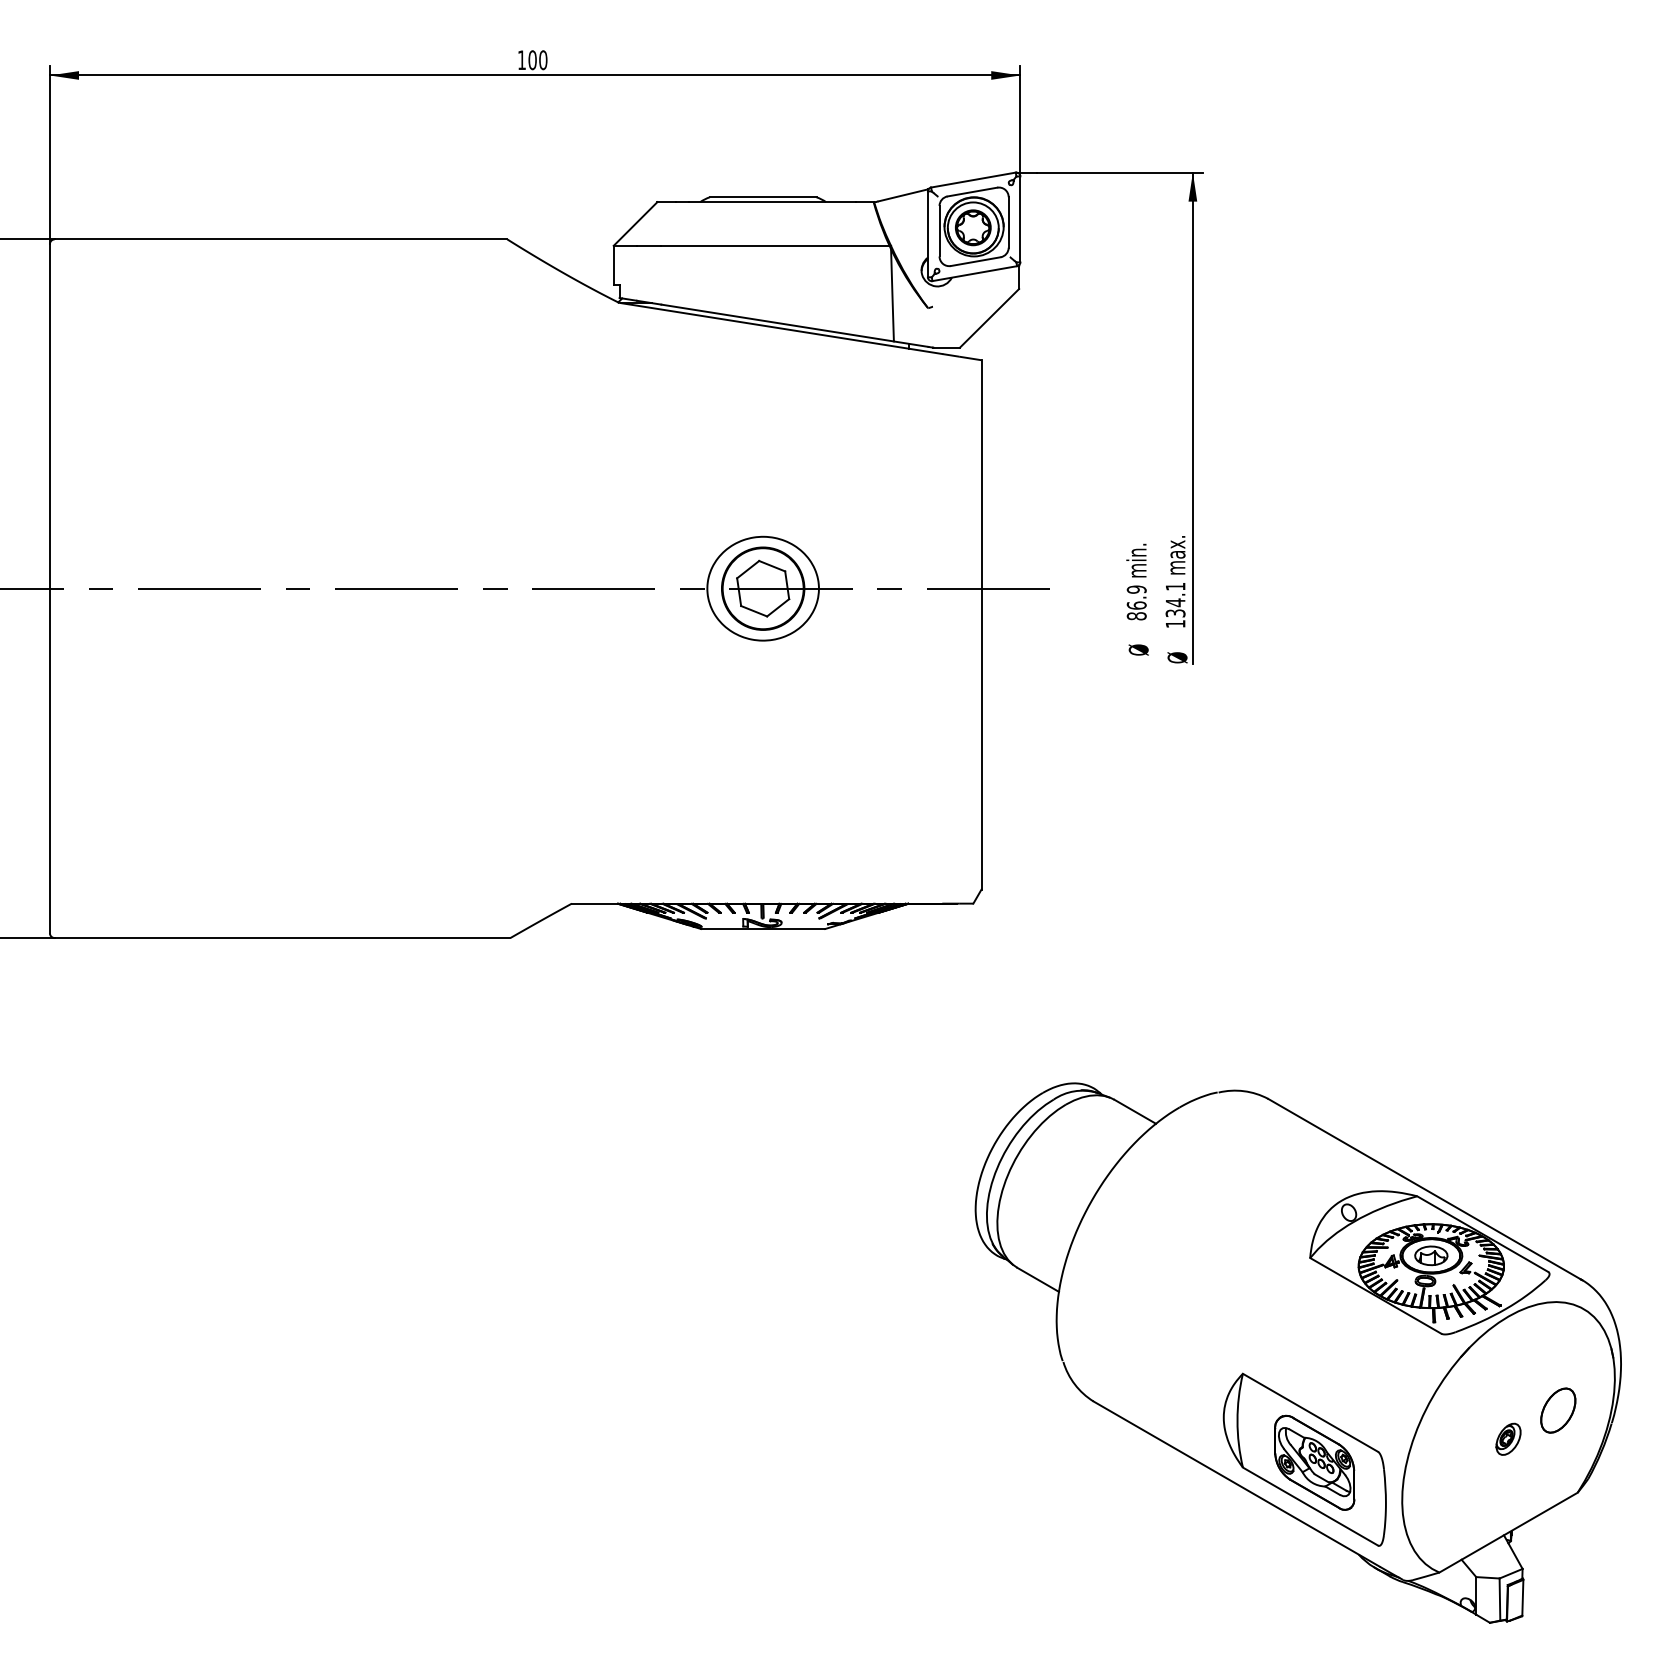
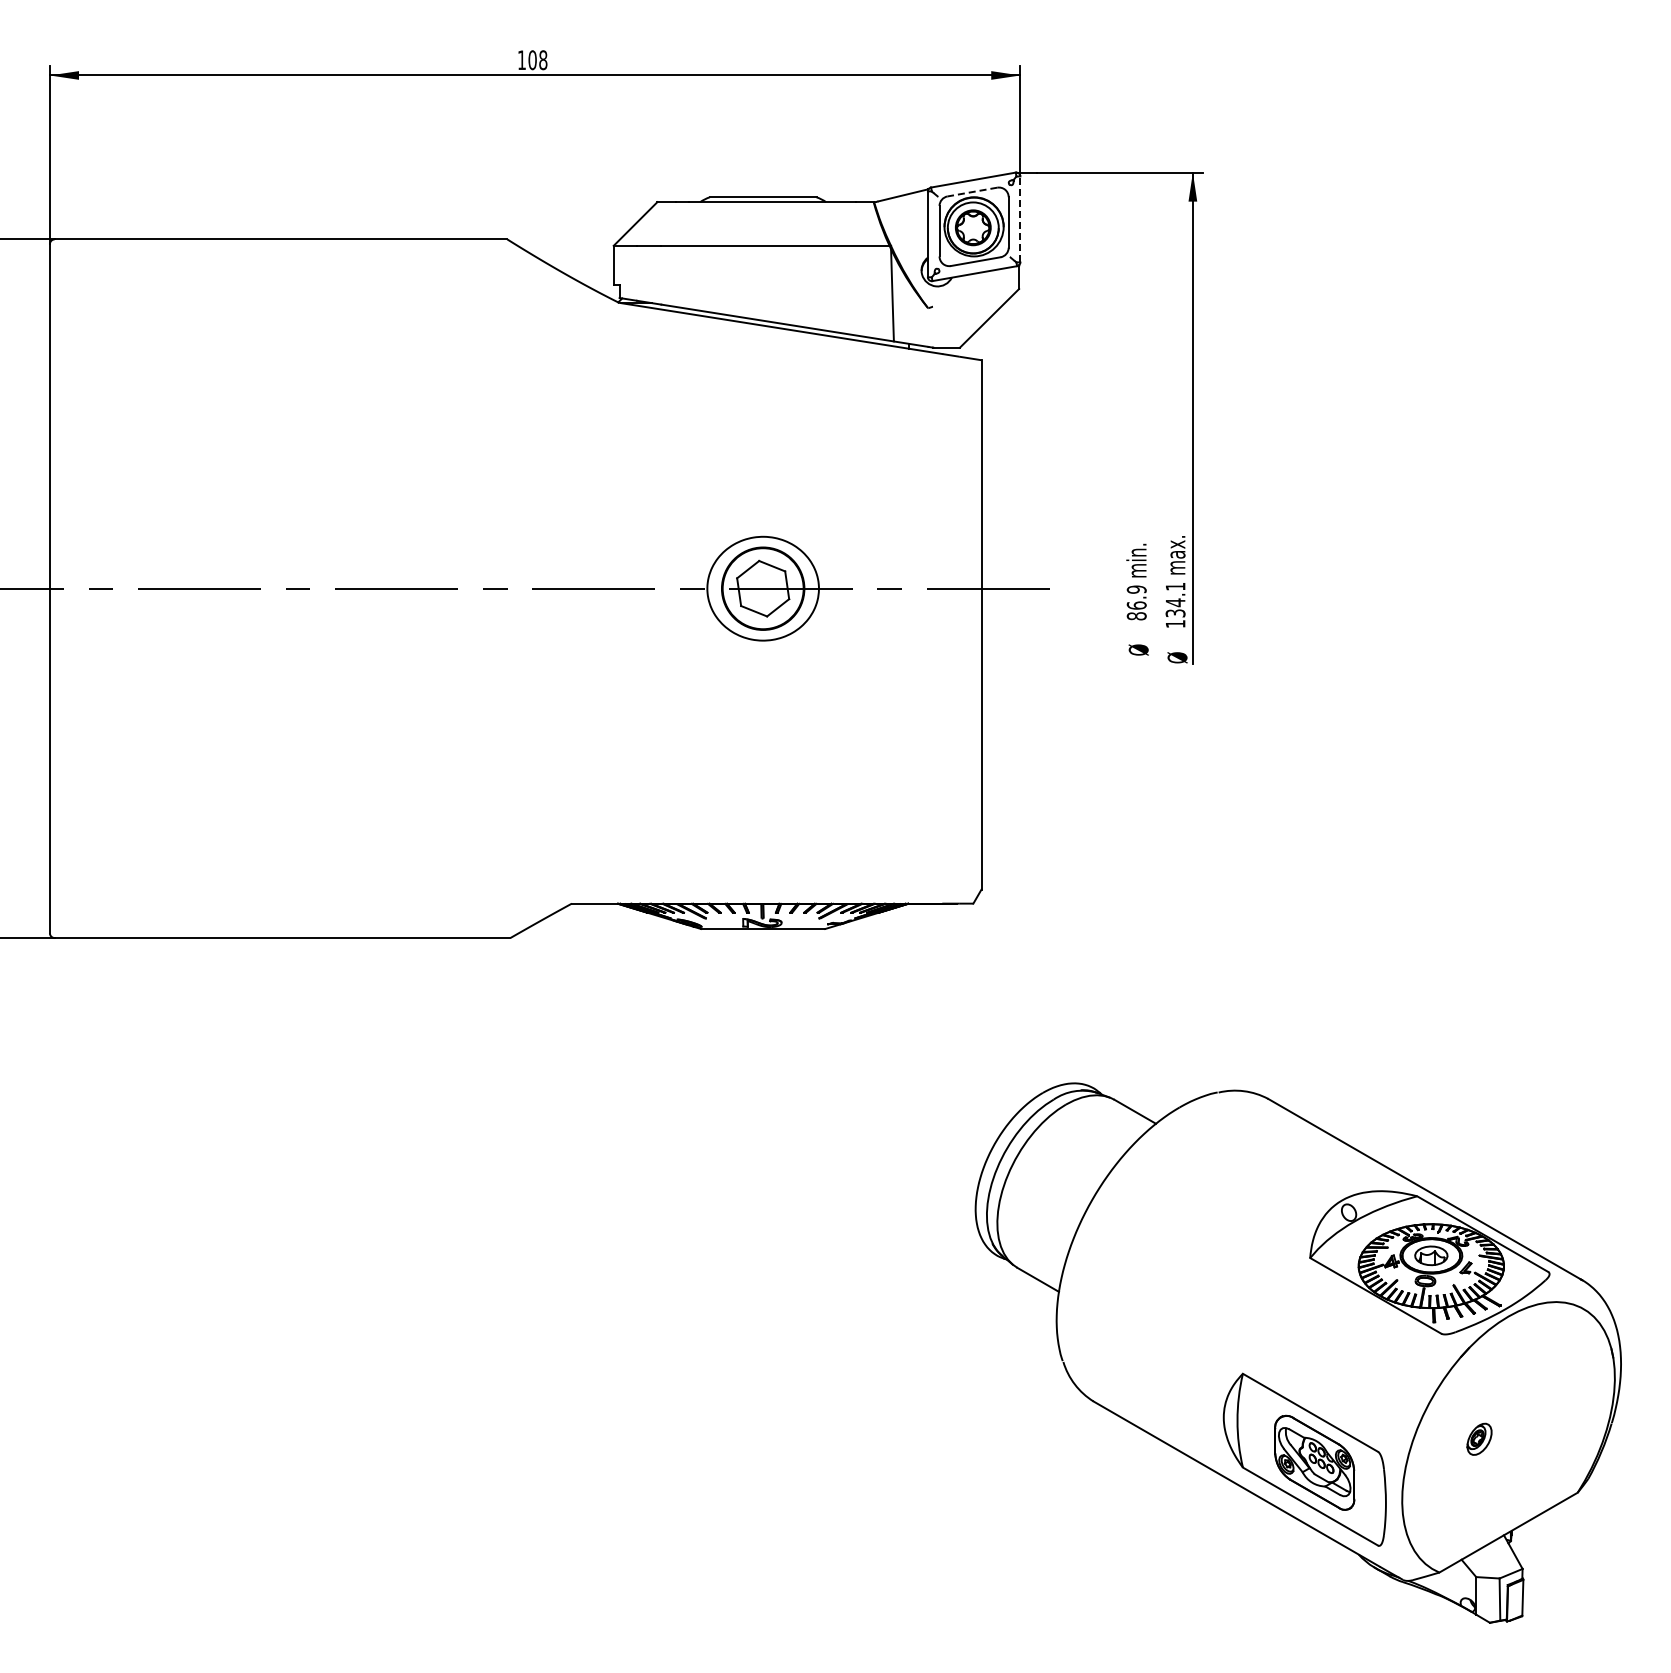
text at (543, 59): 100 -> 108
line at (971, 192): solid -> dashed
line at (1020, 219): solid -> dashed
part at (1558, 1410): present -> none
part at (1508, 1438) position: (1508, 1438) -> (1479, 1438)
